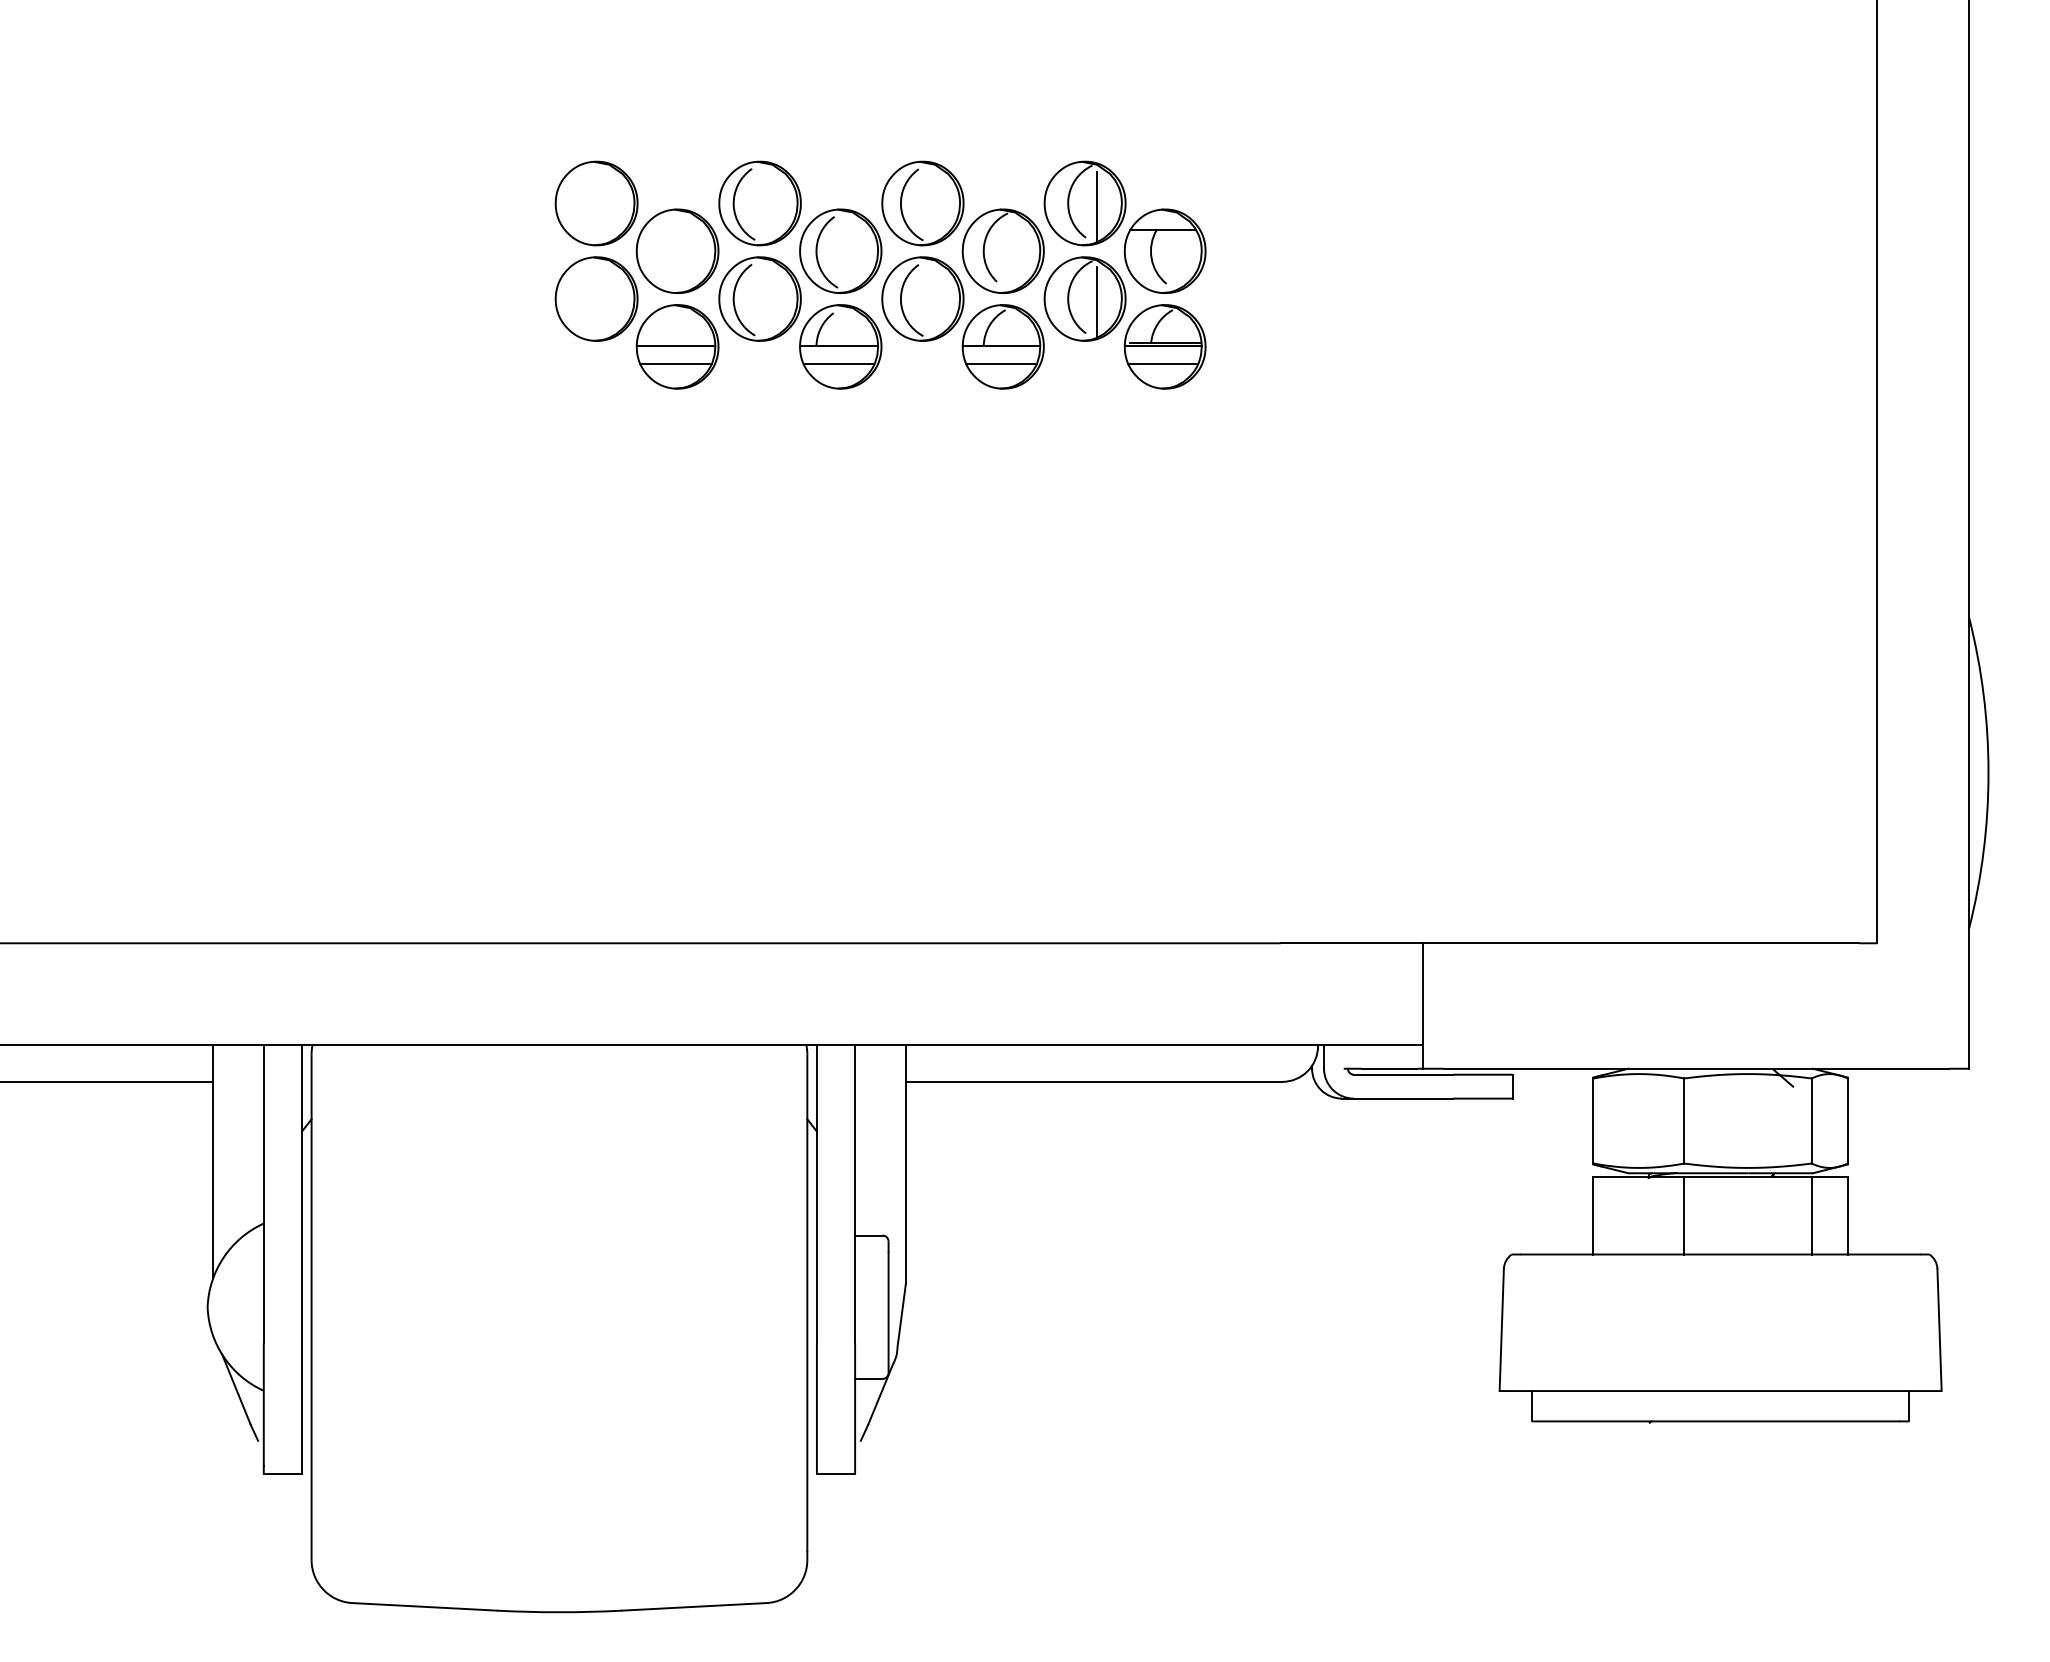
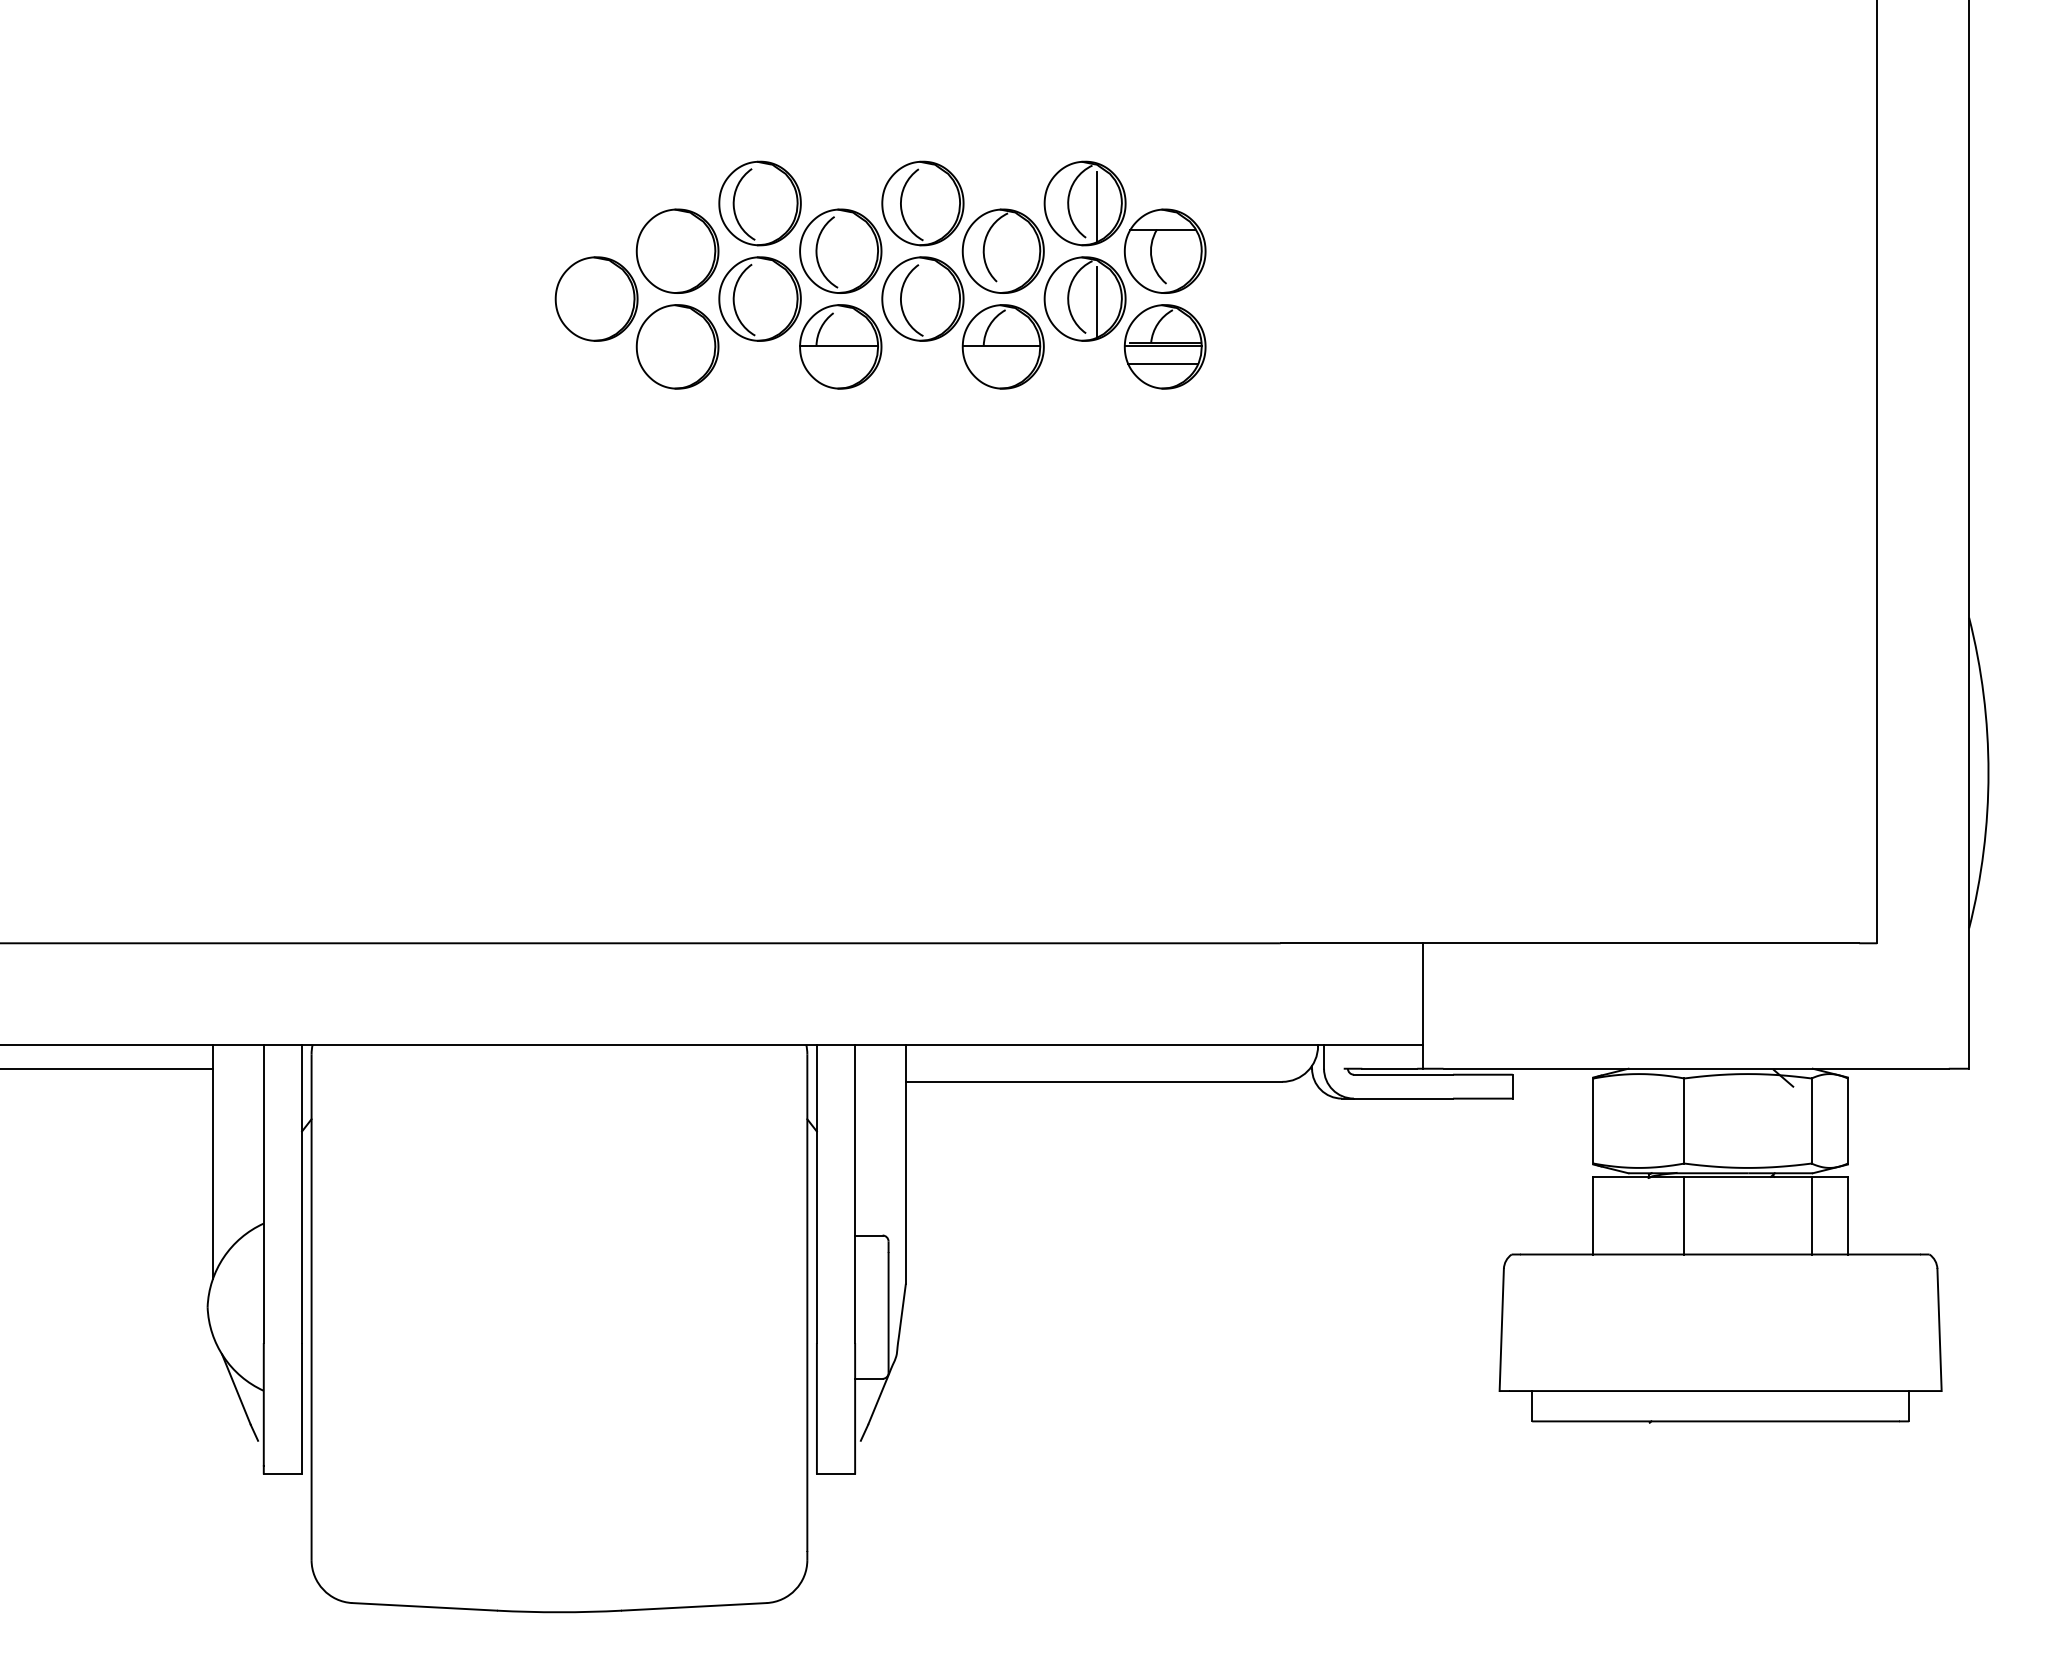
part at (596, 203): present -> none
line at (675, 345): present -> none
line at (675, 363): present -> none
line at (838, 363): present -> none
line at (1001, 363): present -> none
line at (107, 1081) position: (107, 1081) -> (107, 1068)
